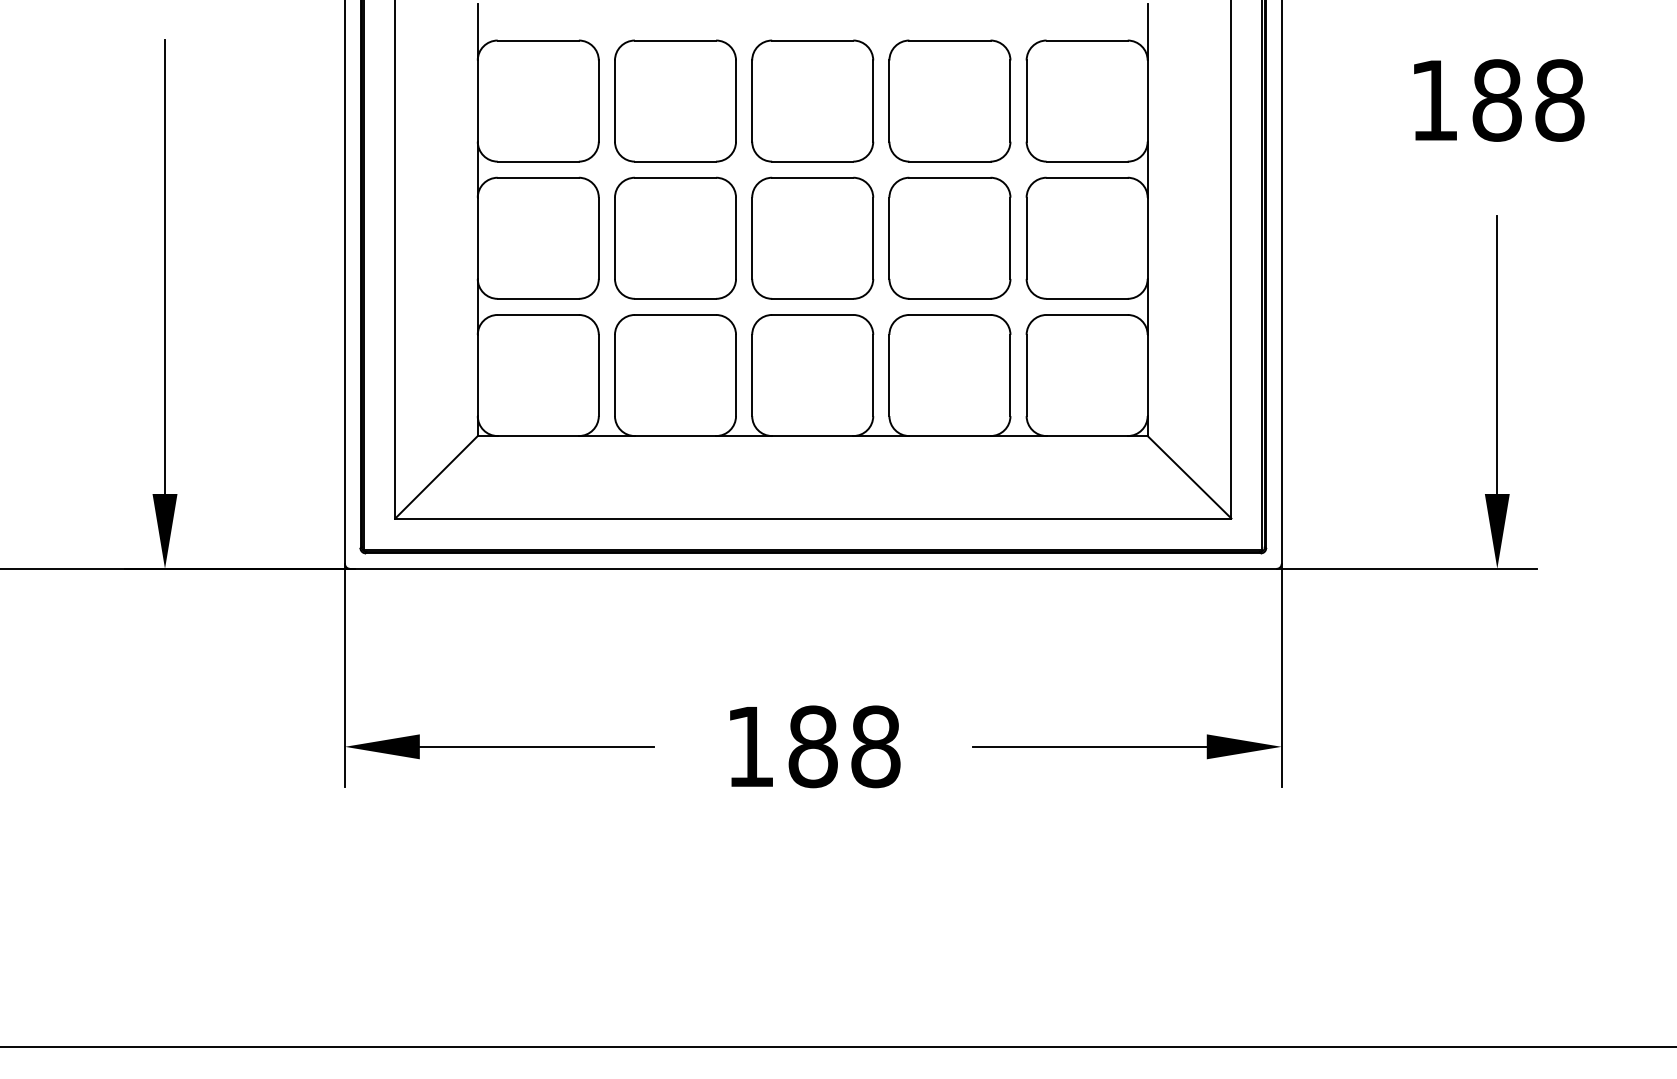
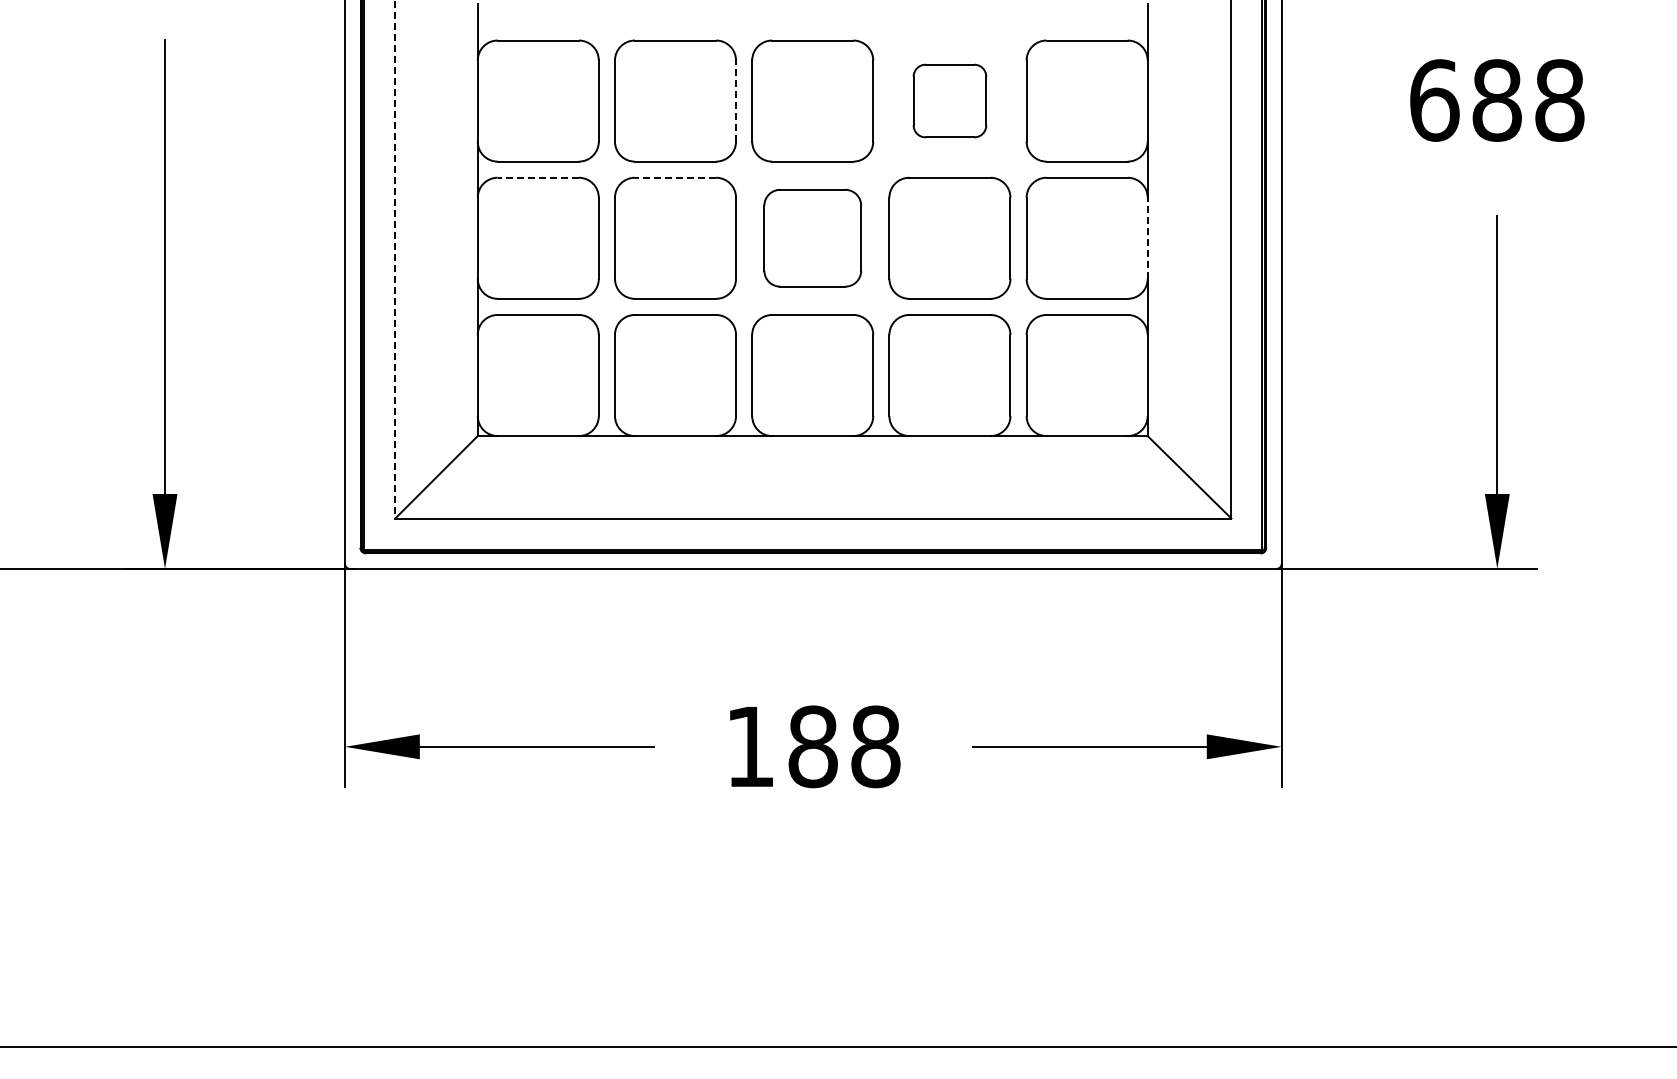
part at (949, 100) size: 124x124 px -> 76x76 px
text at (1434, 100): 188 -> 688
line at (736, 101): solid -> dashed
line at (538, 177): solid -> dashed
line at (675, 177): solid -> dashed
part at (812, 237) size: 124x124 px -> 100x100 px
line at (1147, 238): solid -> dashed
line at (395, 259): solid -> dashed
